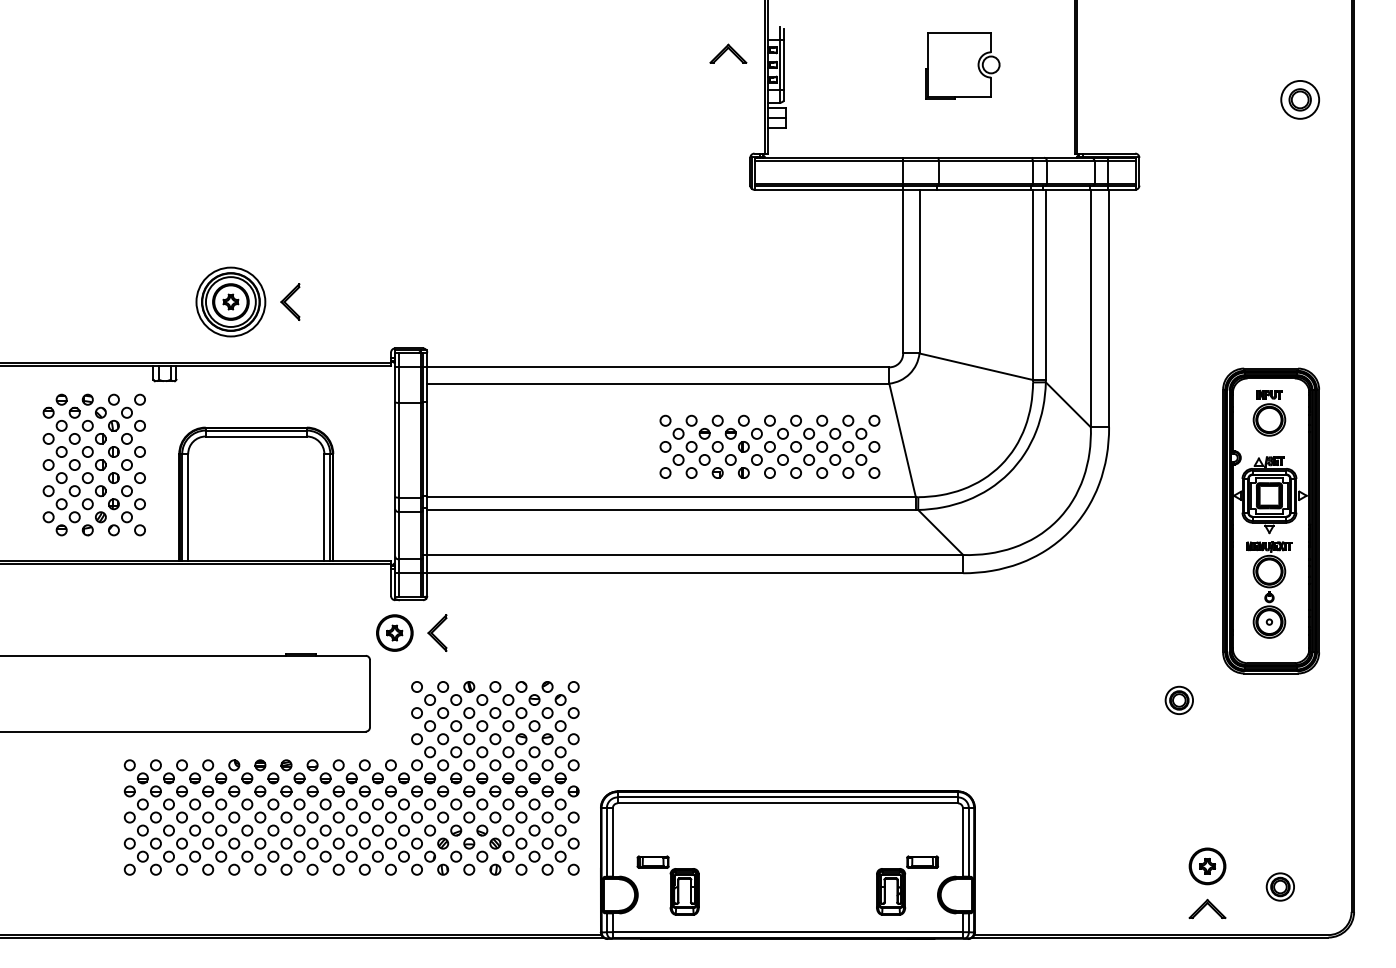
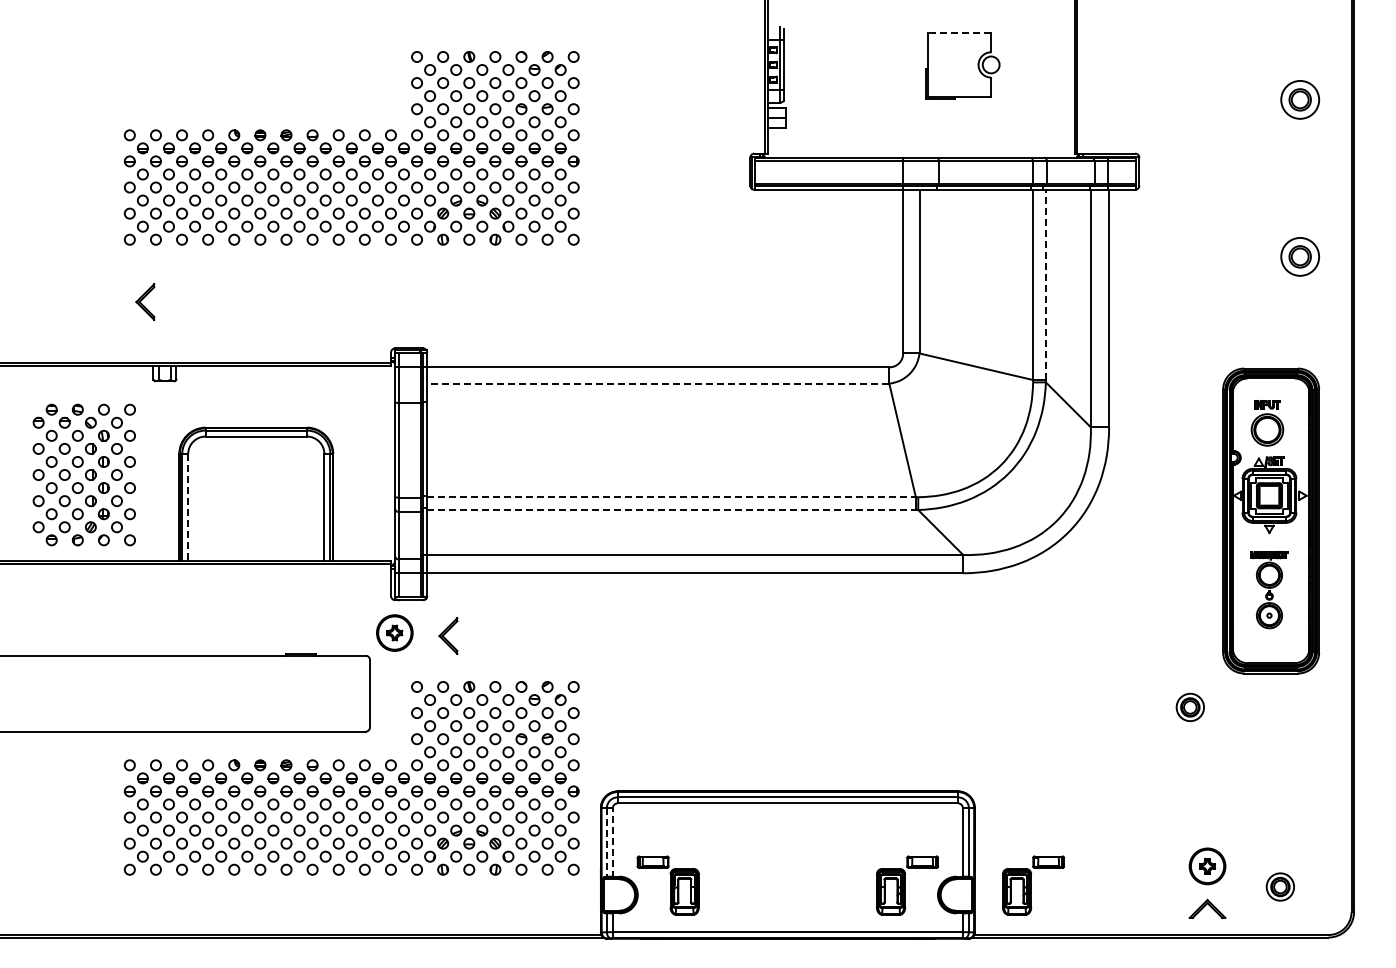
line at (959, 33): solid -> dashed
part at (728, 53): present -> none
part at (351, 148): none -> present
part at (1299, 256): none -> present
line at (1045, 284): solid -> dashed
part at (230, 301): present -> none
part at (290, 301) position: (290, 301) -> (145, 301)
line at (657, 383): solid -> dashed
part at (1269, 412) position: (1269, 412) -> (1267, 422)
part at (769, 446): present -> none
part at (93, 464) position: (93, 464) -> (83, 474)
line at (672, 497): solid -> dashed
line at (188, 508): solid -> dashed
line at (672, 509): solid -> dashed
part at (1269, 589) size: 47x98 px -> 39x80 px
part at (437, 632) position: (437, 632) -> (448, 635)
part at (1178, 699) position: (1178, 699) -> (1189, 706)
line at (606, 843): solid -> dashed
line at (612, 843): solid -> dashed
part at (1033, 885): none -> present
